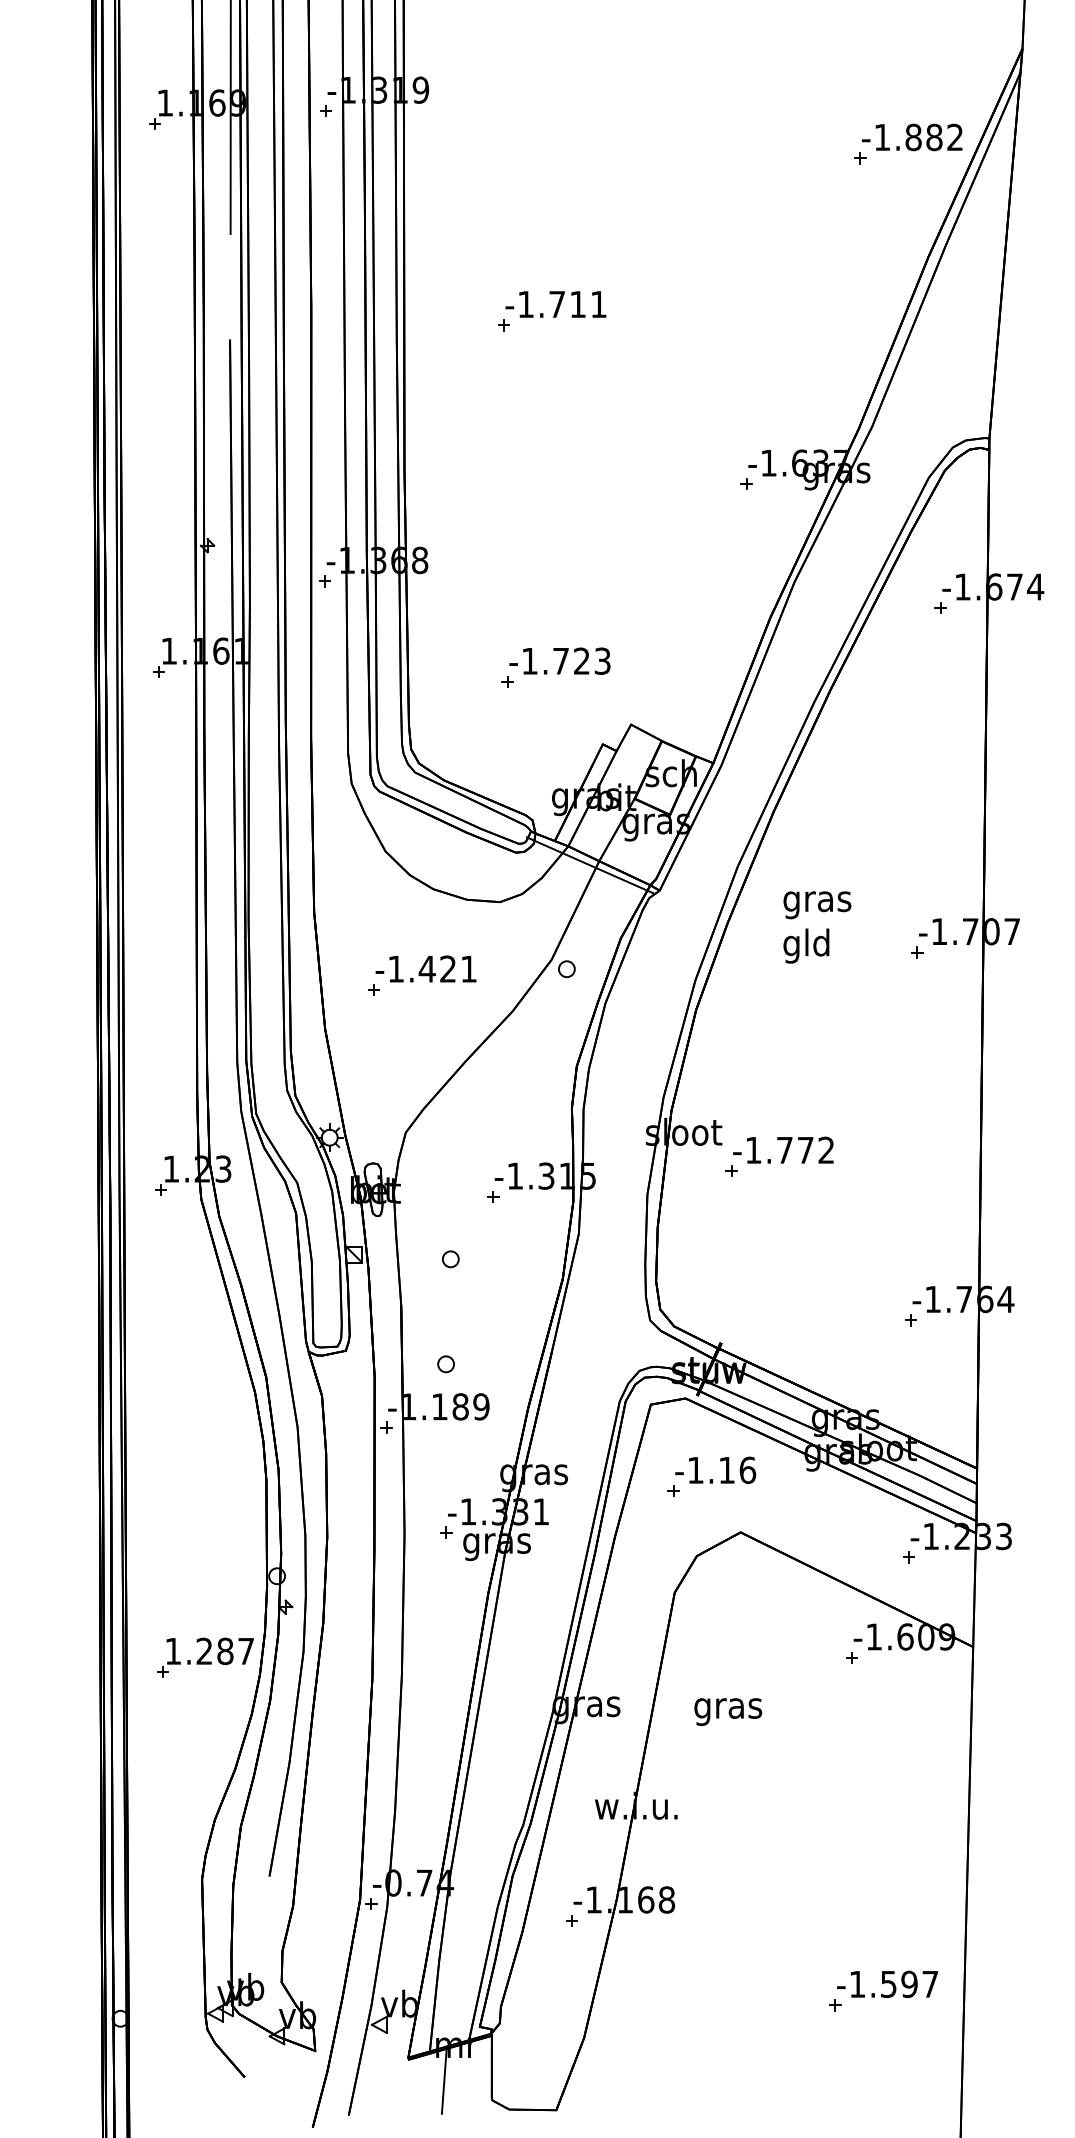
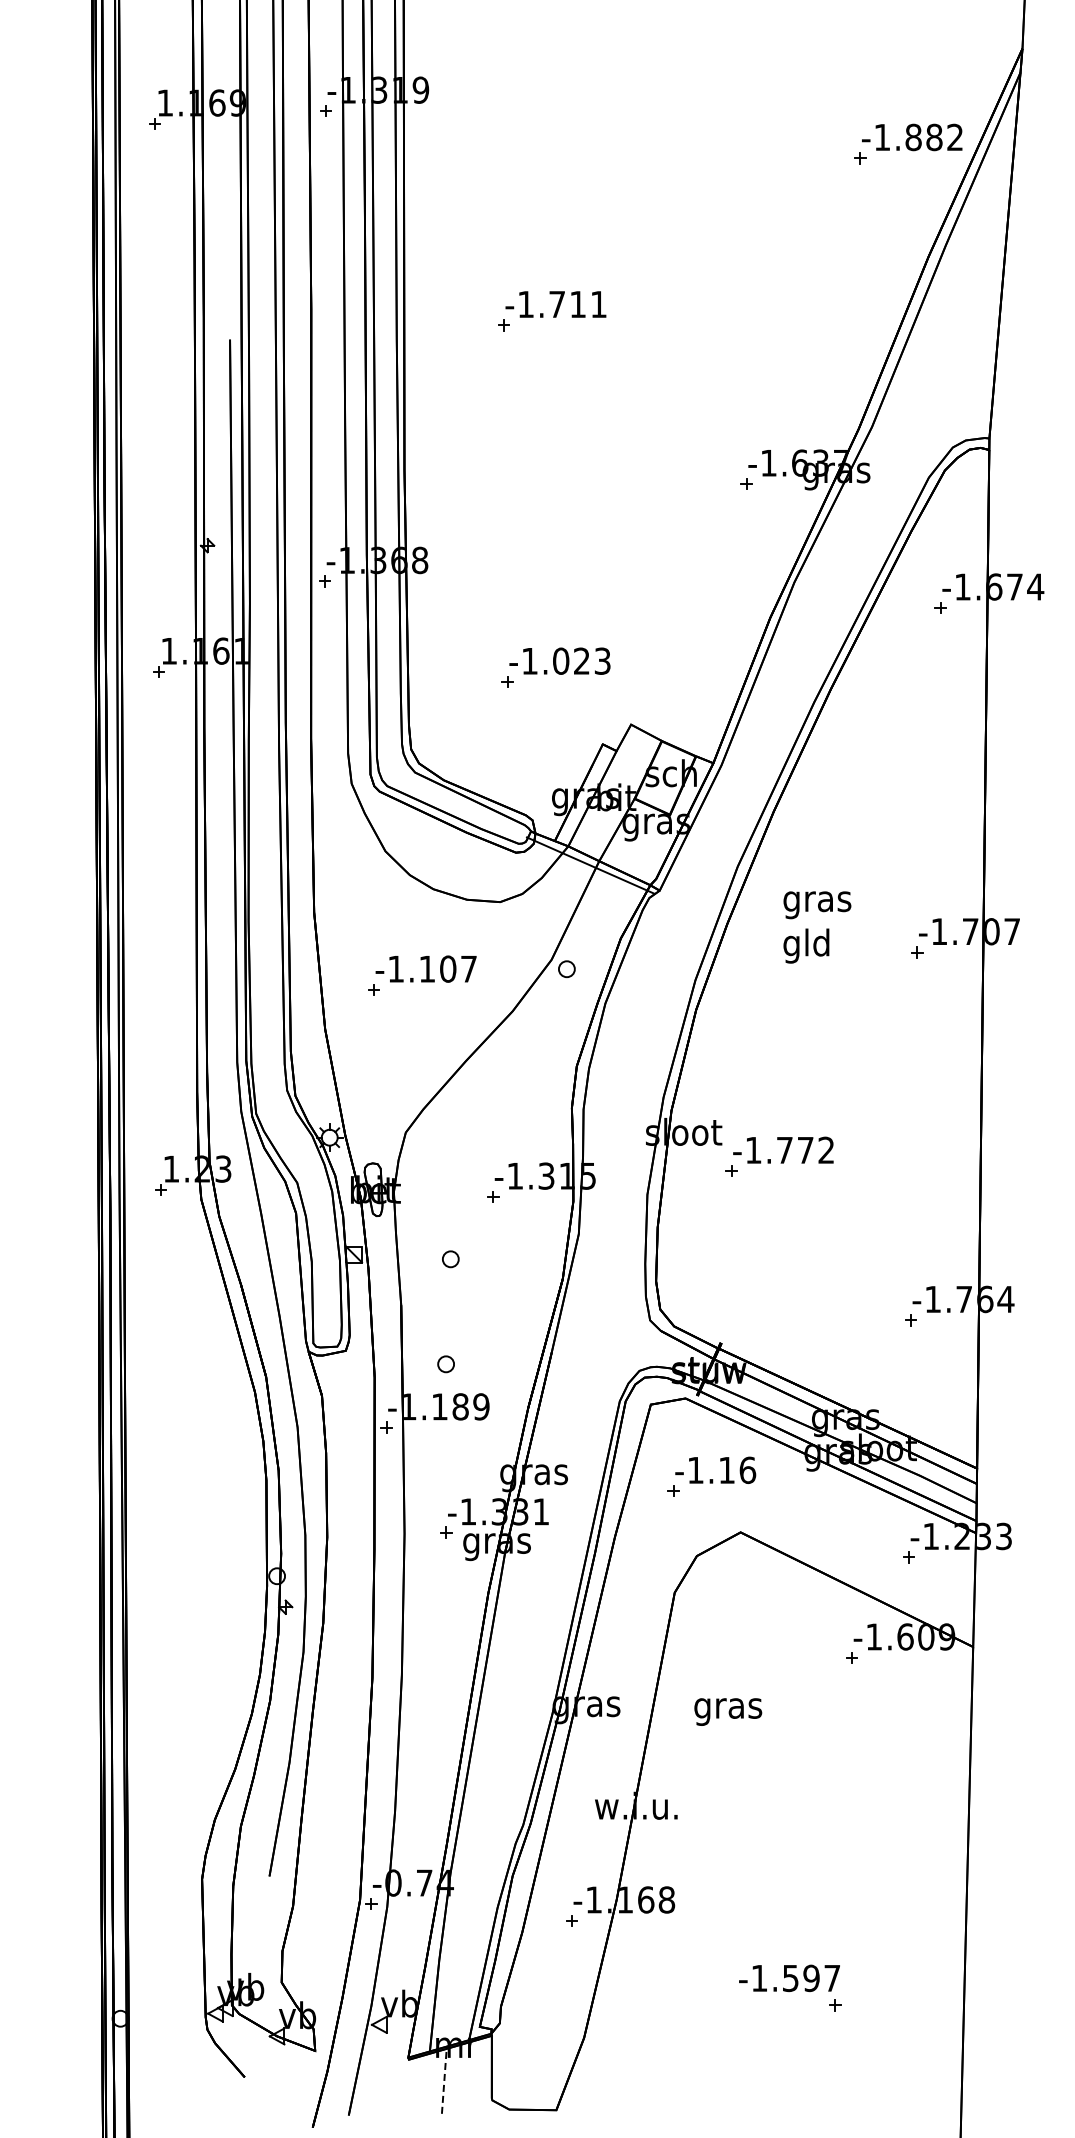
line at (230, 117): present -> none
text at (561, 660): -1.723 -> -1.023
text at (447, 968): -1.421 -> -1.107
part at (205, 1657): present -> none
text at (887, 1984) position: (887, 1984) -> (789, 1978)
line at (444, 2080): solid -> dashed
